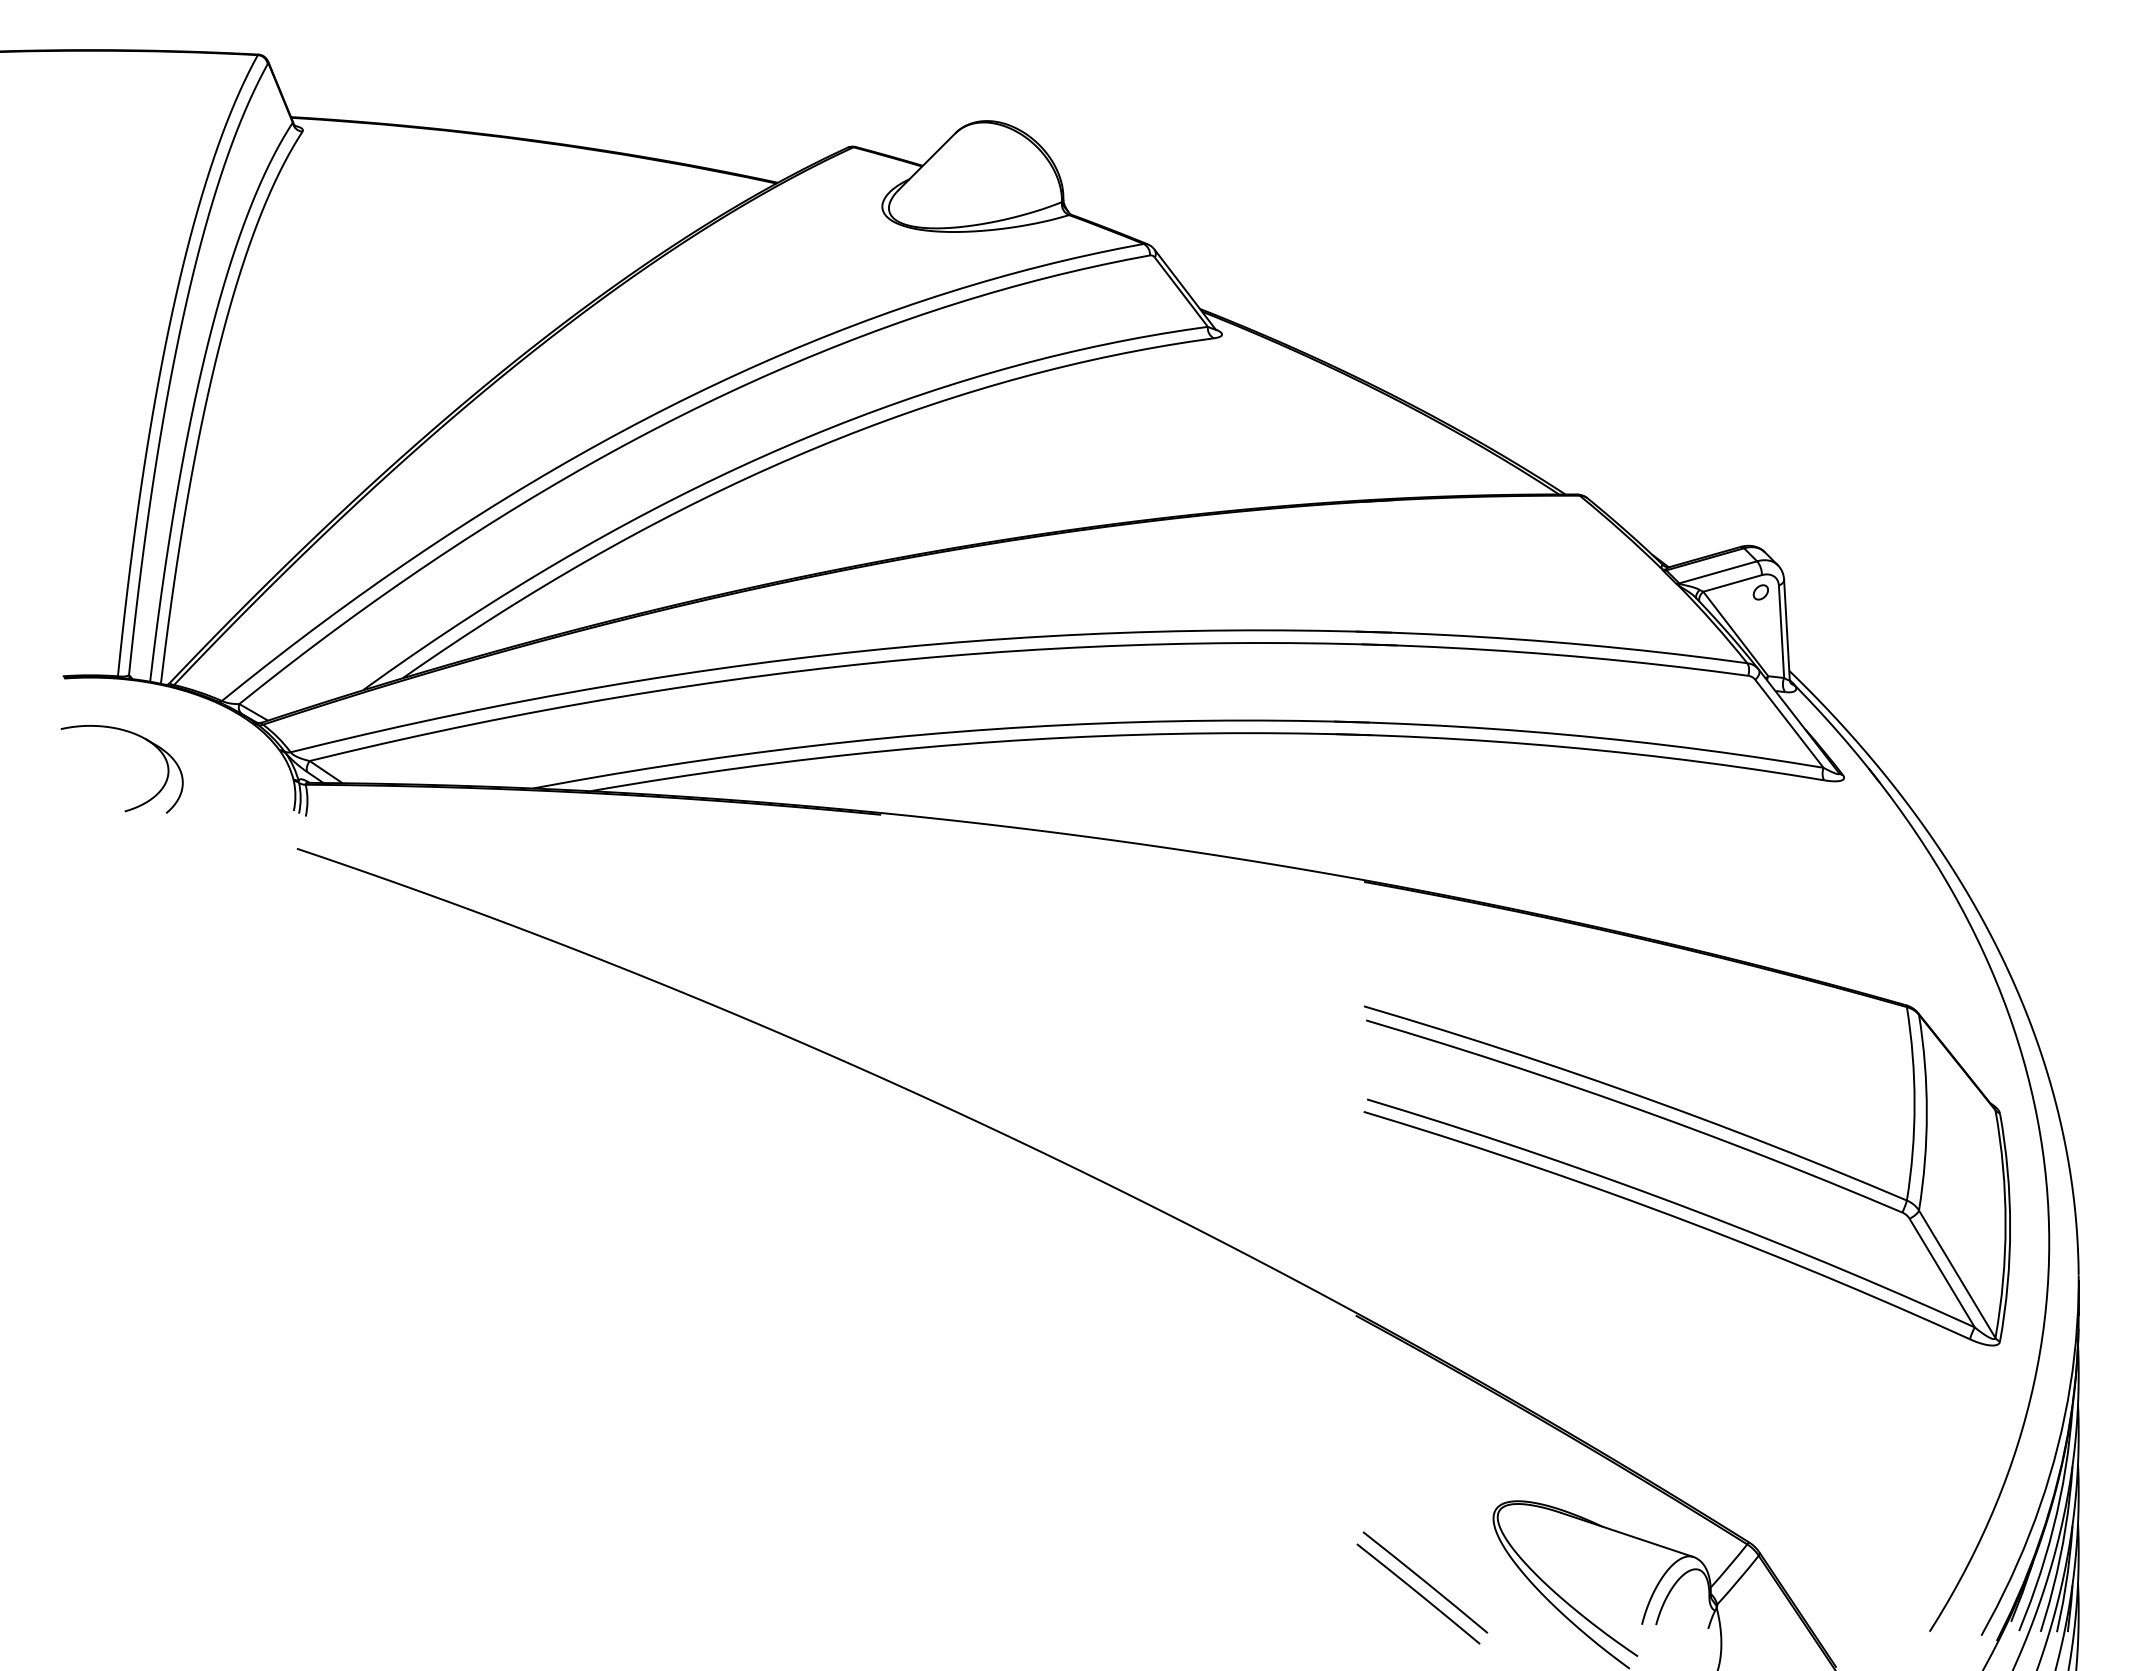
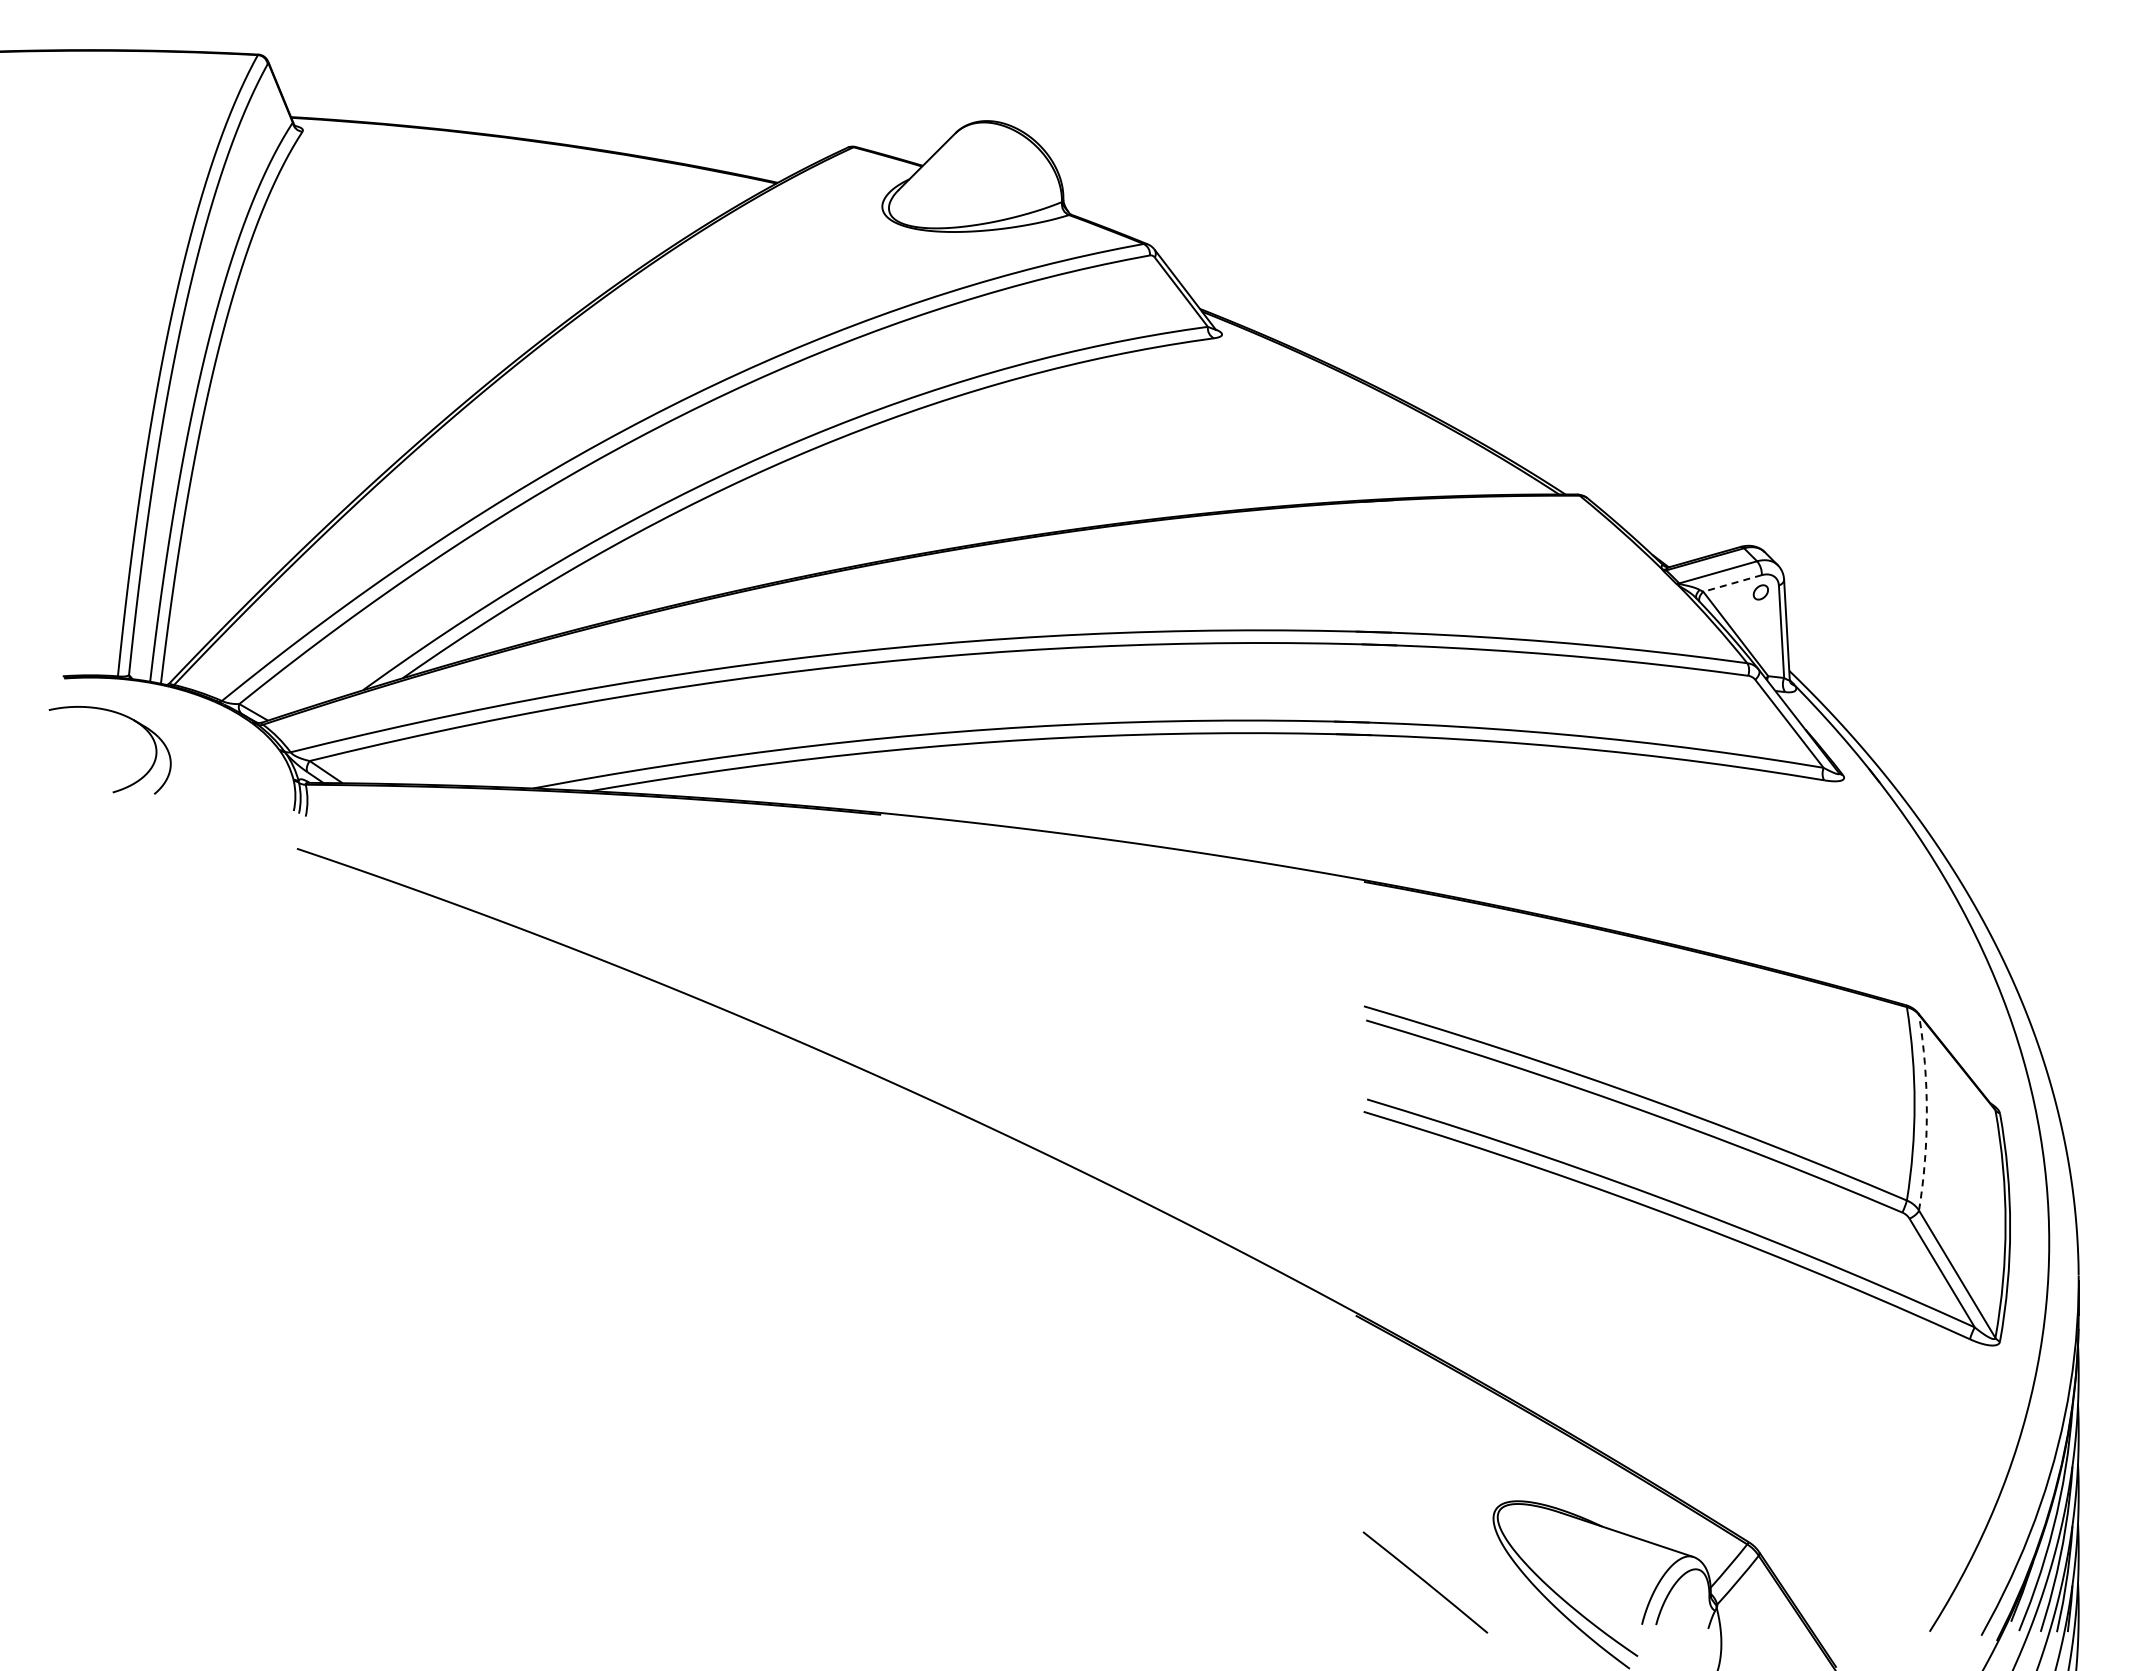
line at (1732, 583): solid -> dashed
part at (135, 735) position: (135, 735) -> (123, 716)
arc at (1926, 1112): solid -> dashed
line at (1418, 1593): present -> none
